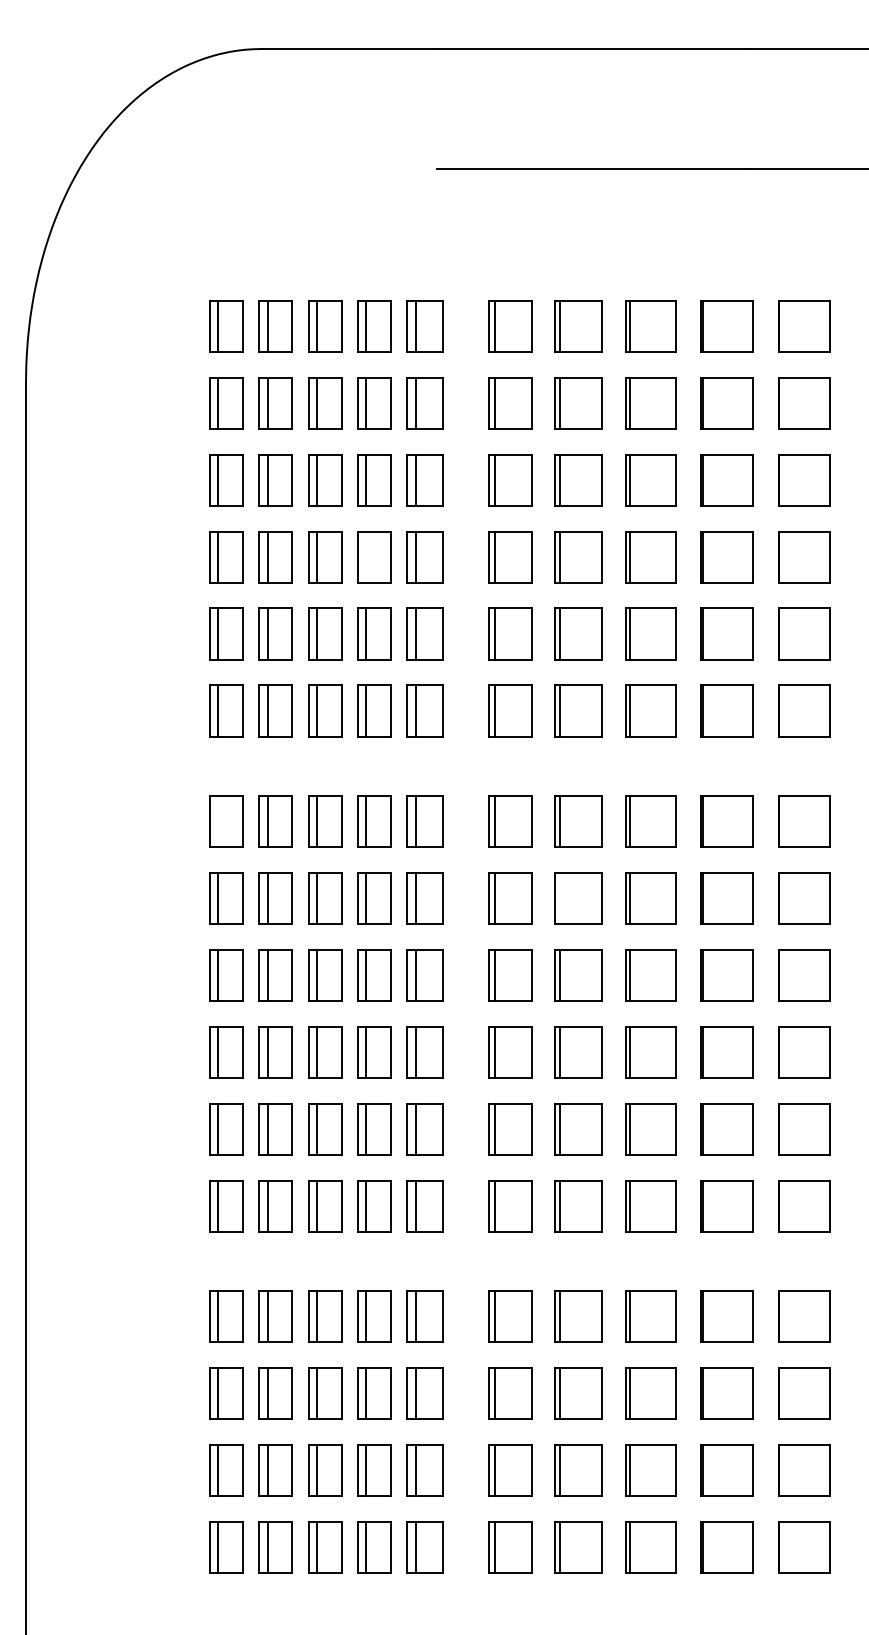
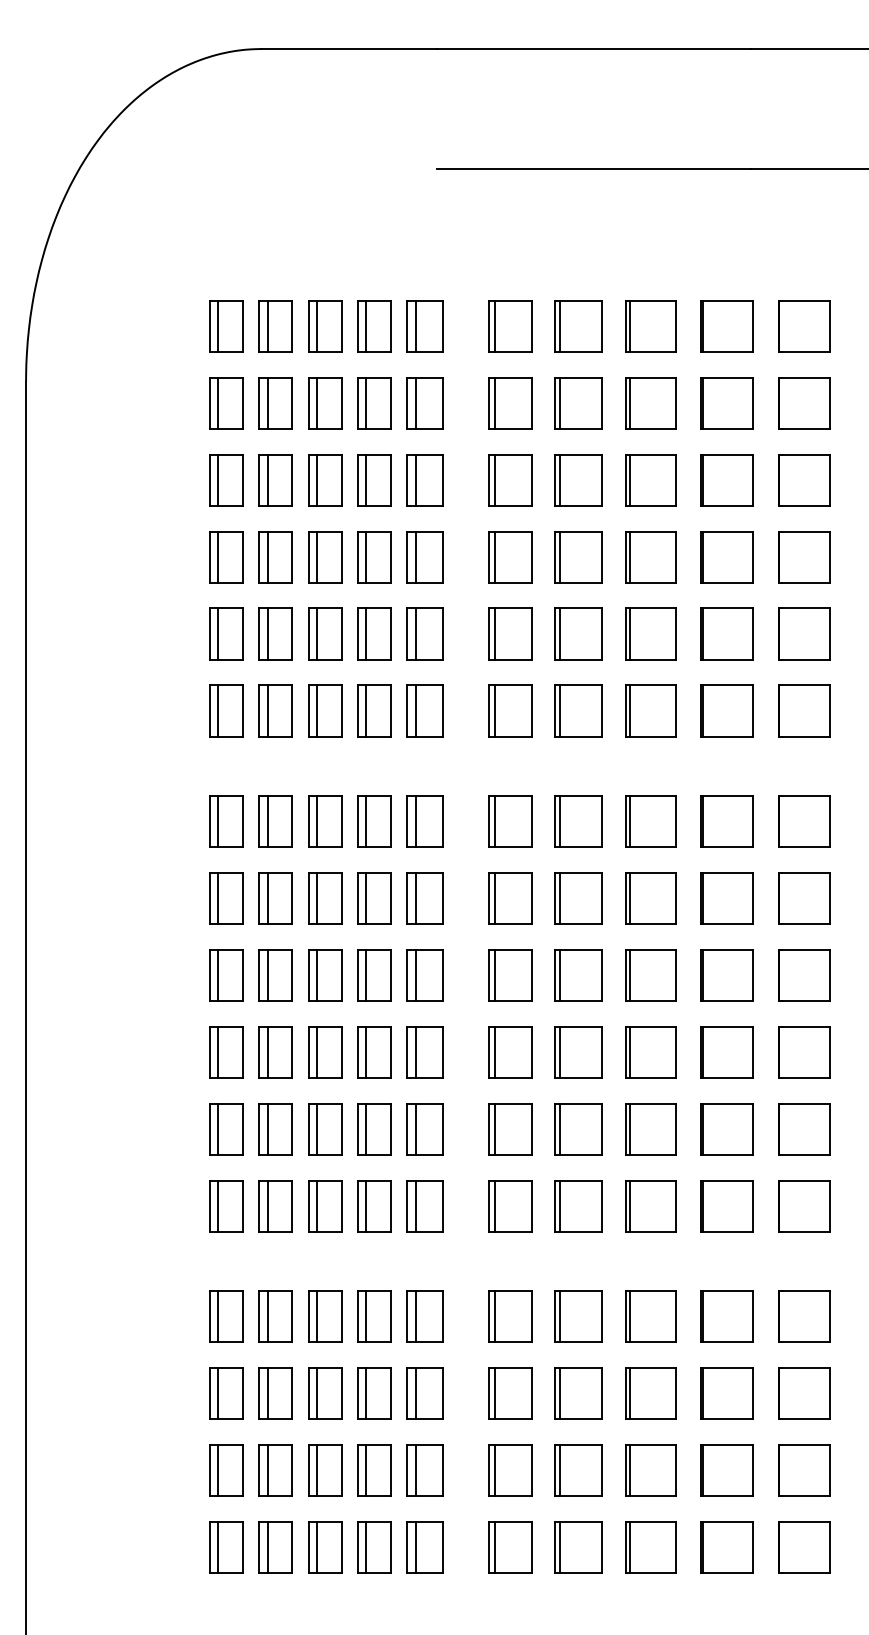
line at (366, 556): none -> present
line at (218, 821): none -> present
line at (559, 898): none -> present
